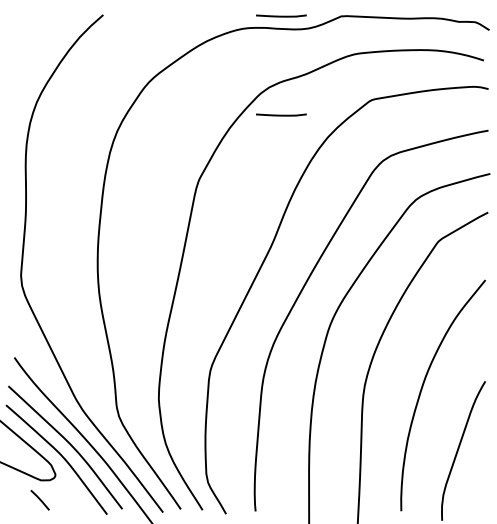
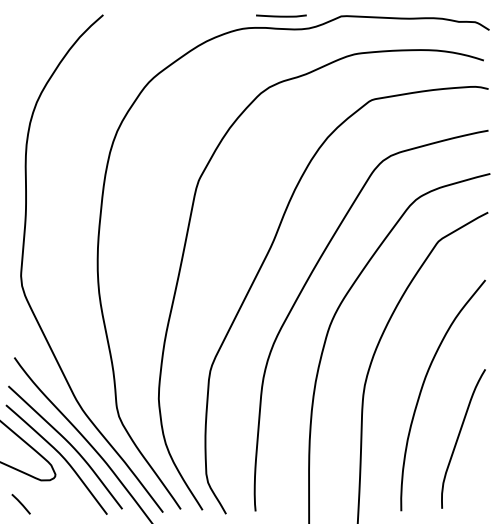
line at (281, 114): present -> none
curve at (459, 448) position: (459, 448) -> (459, 436)
line at (39, 500) position: (39, 500) -> (20, 504)
